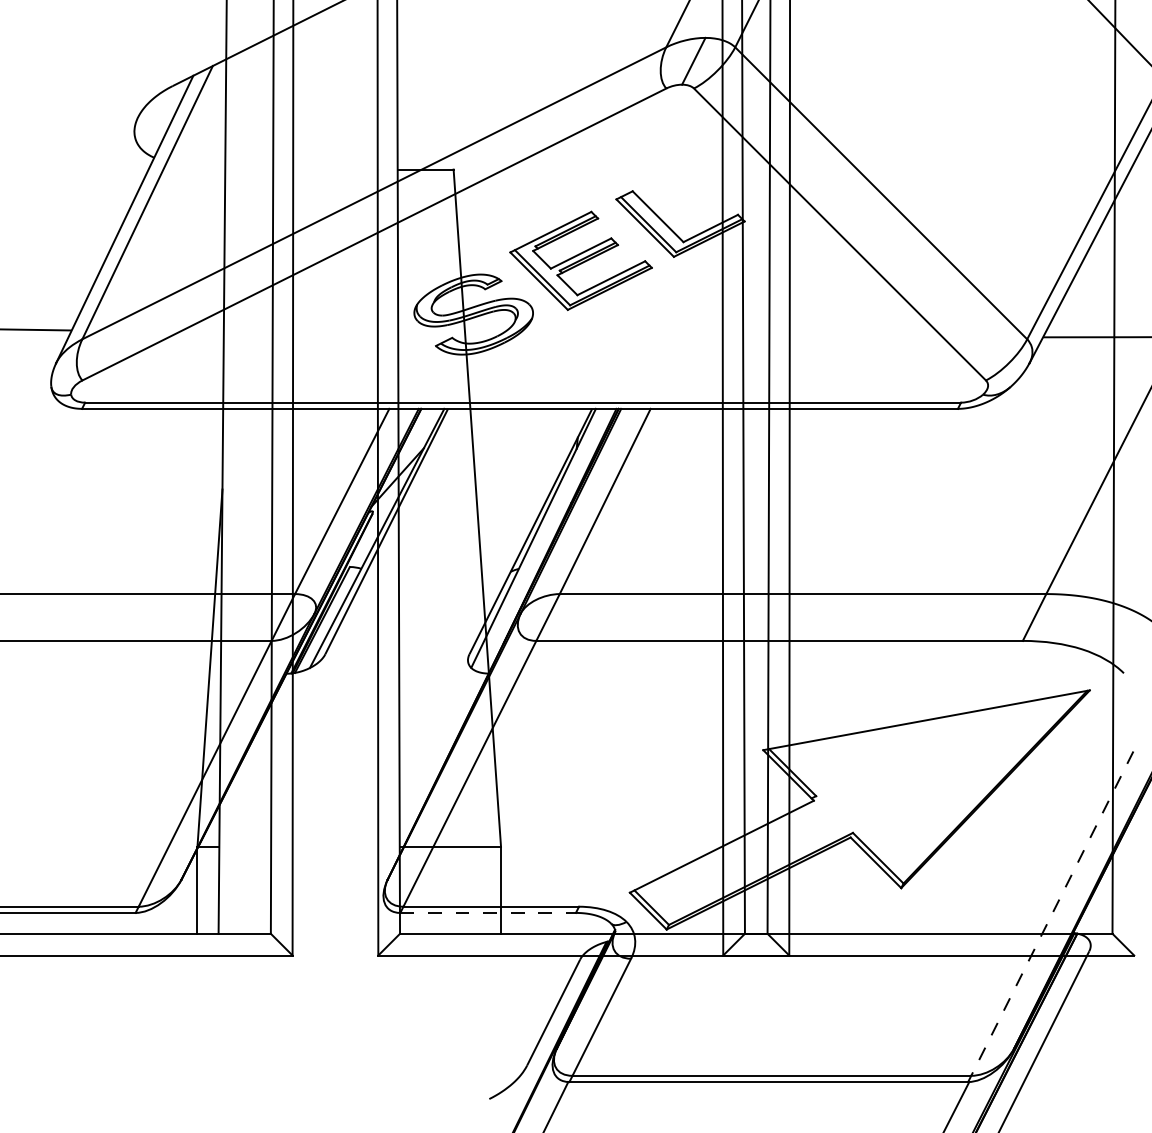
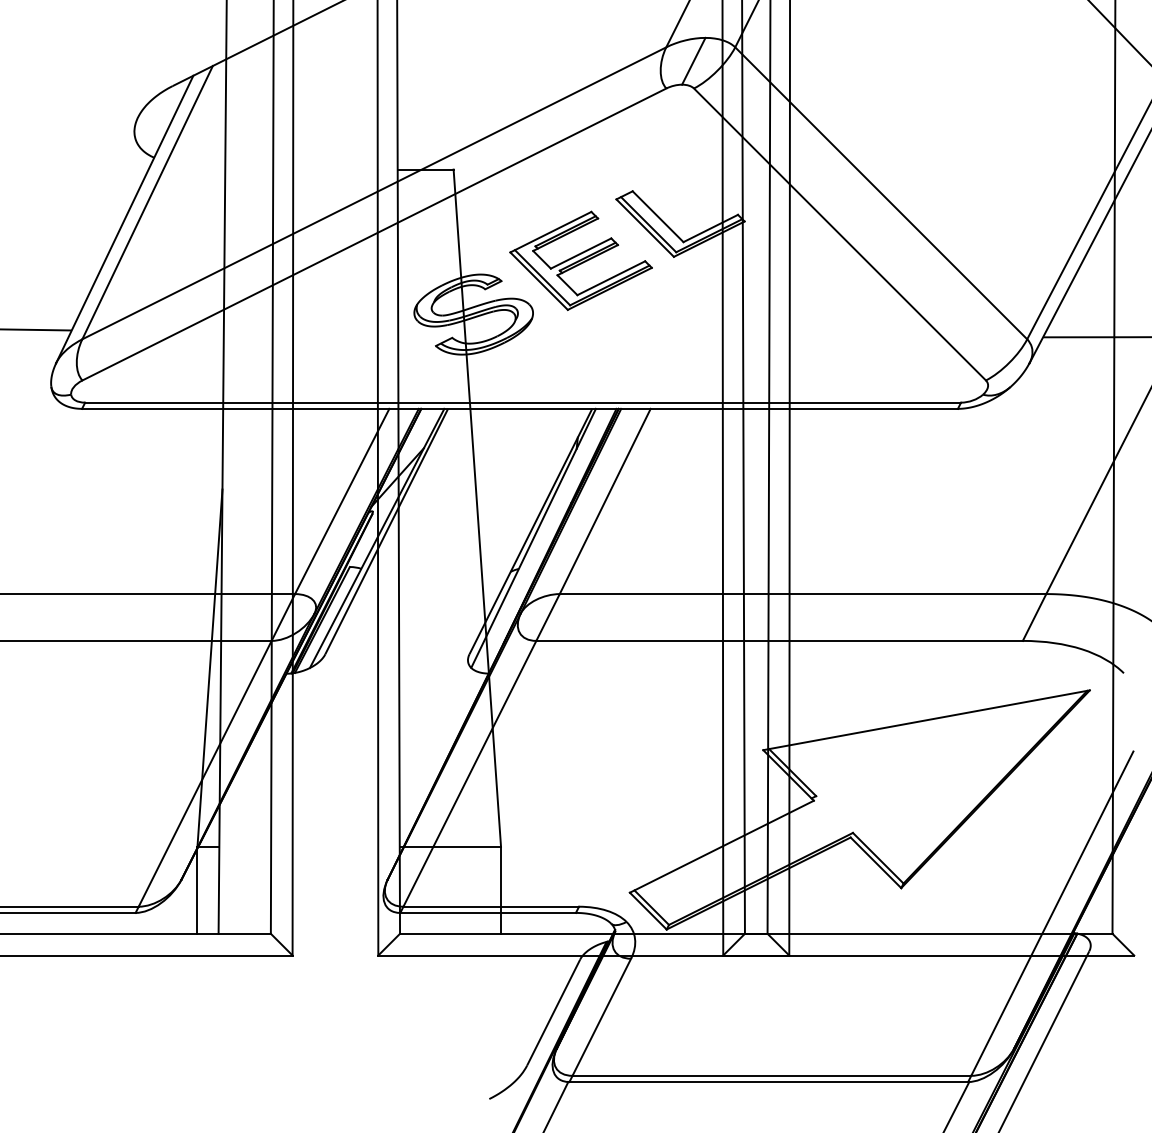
line at (488, 912): dashed -> solid
line at (1052, 914): dashed -> solid
